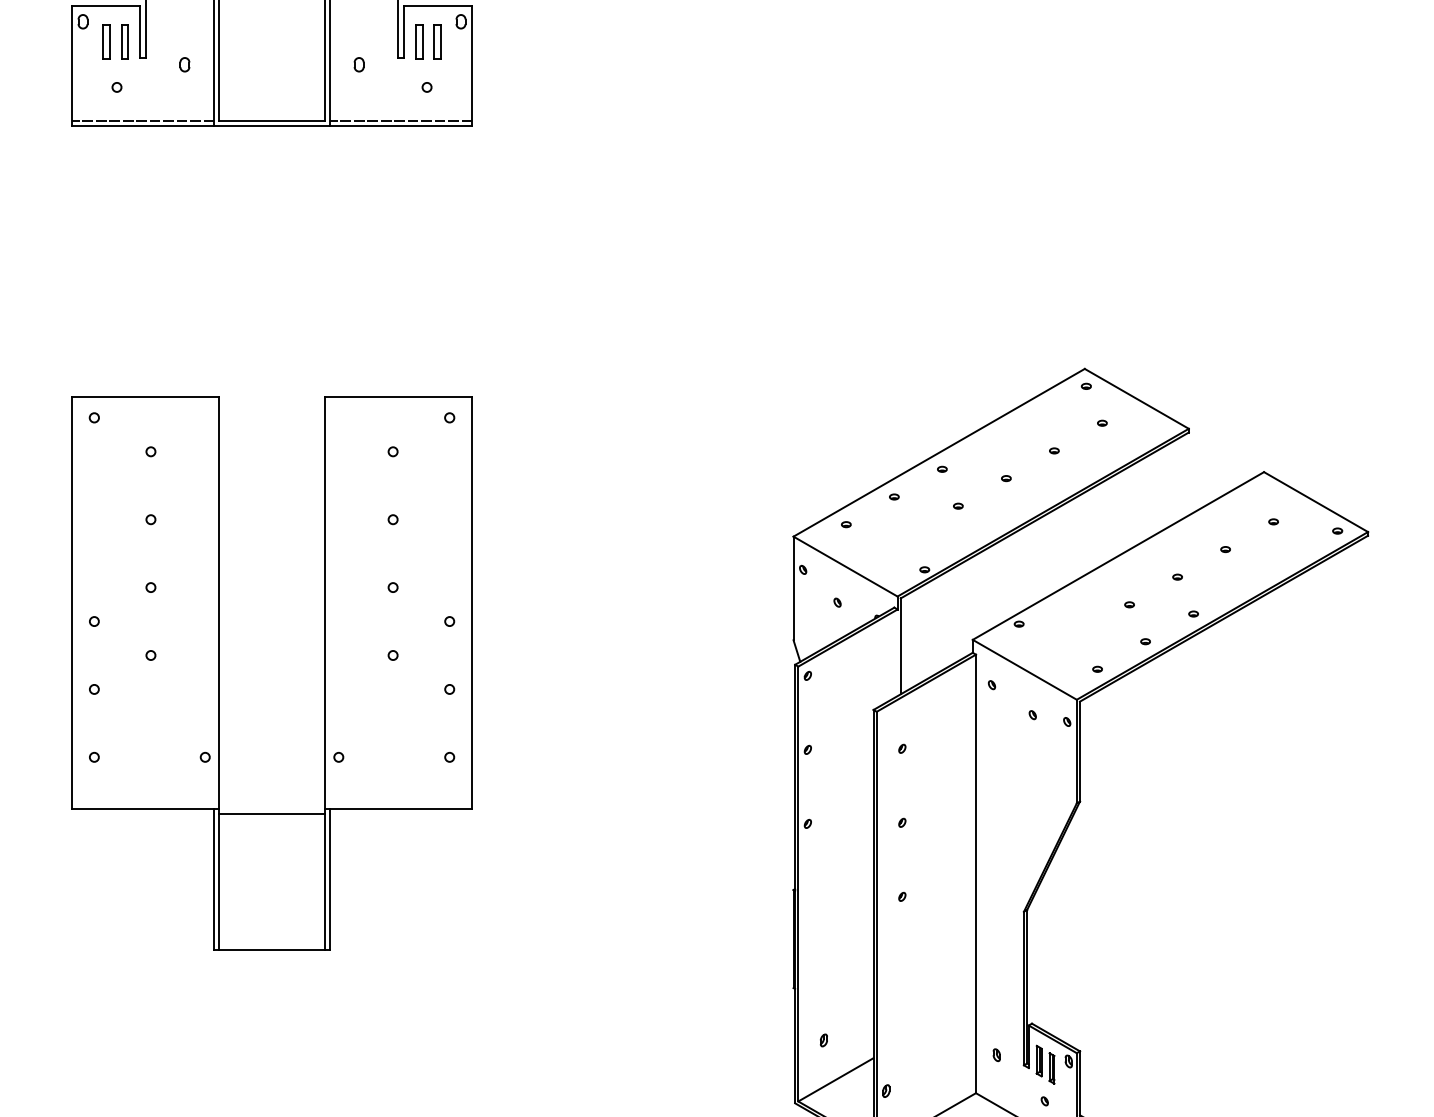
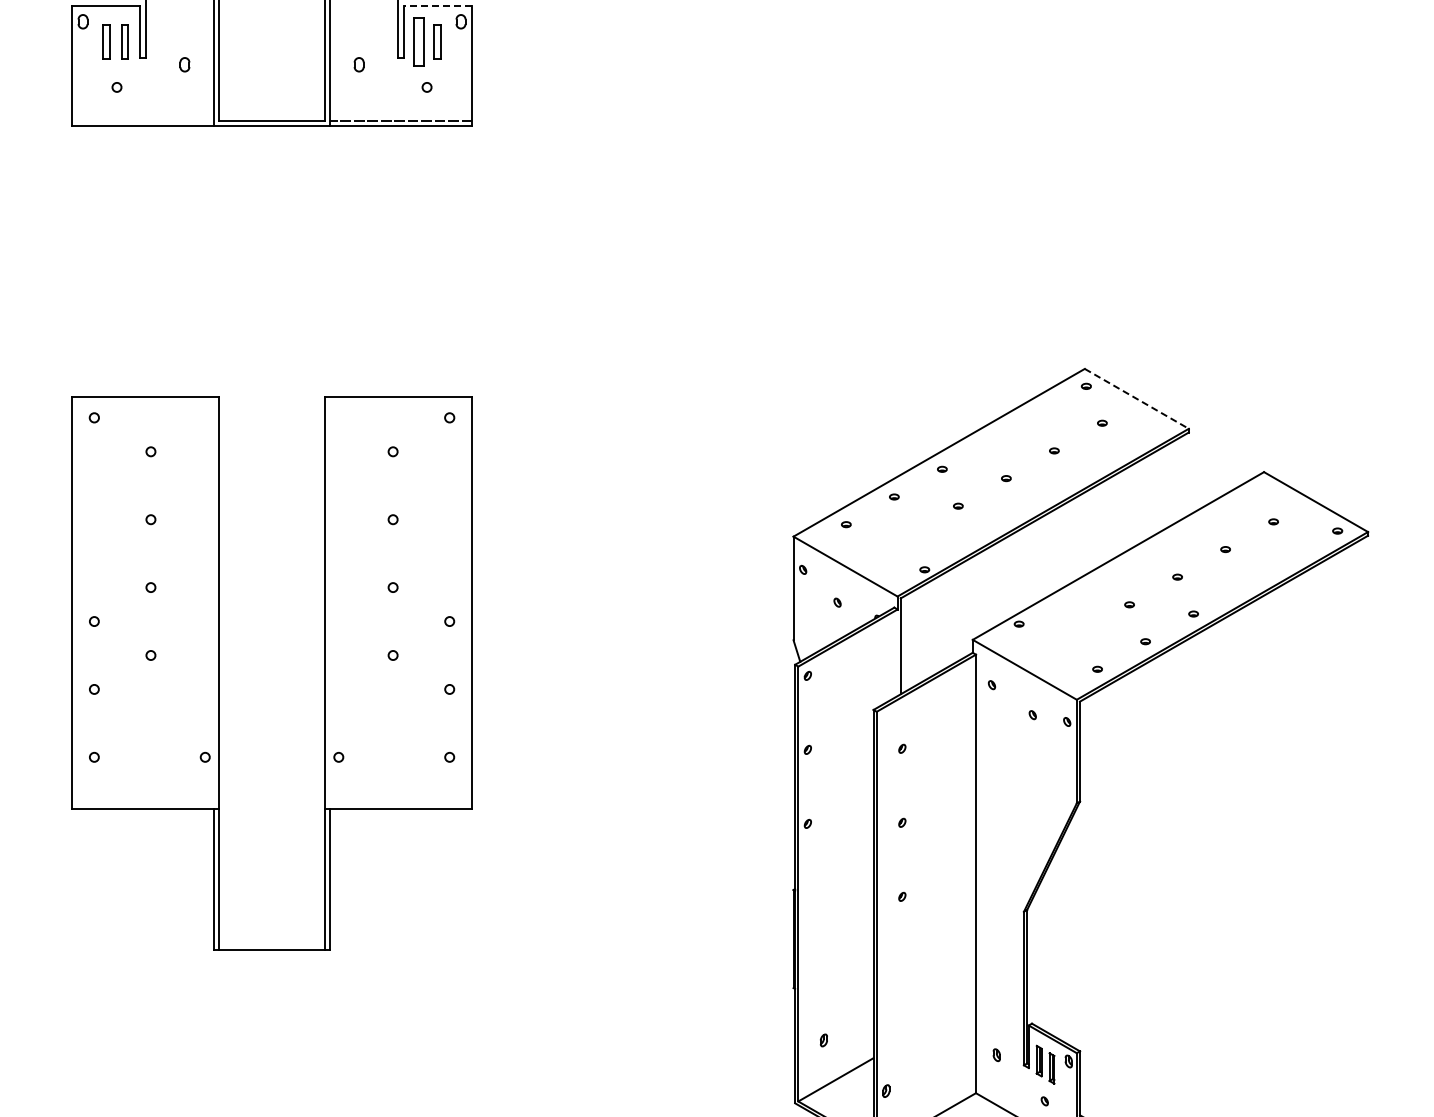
line at (438, 5): solid -> dashed
part at (419, 41) size: 9x36 px -> 12x50 px
line at (142, 121): present -> none
line at (1137, 399): solid -> dashed
line at (271, 813): present -> none
